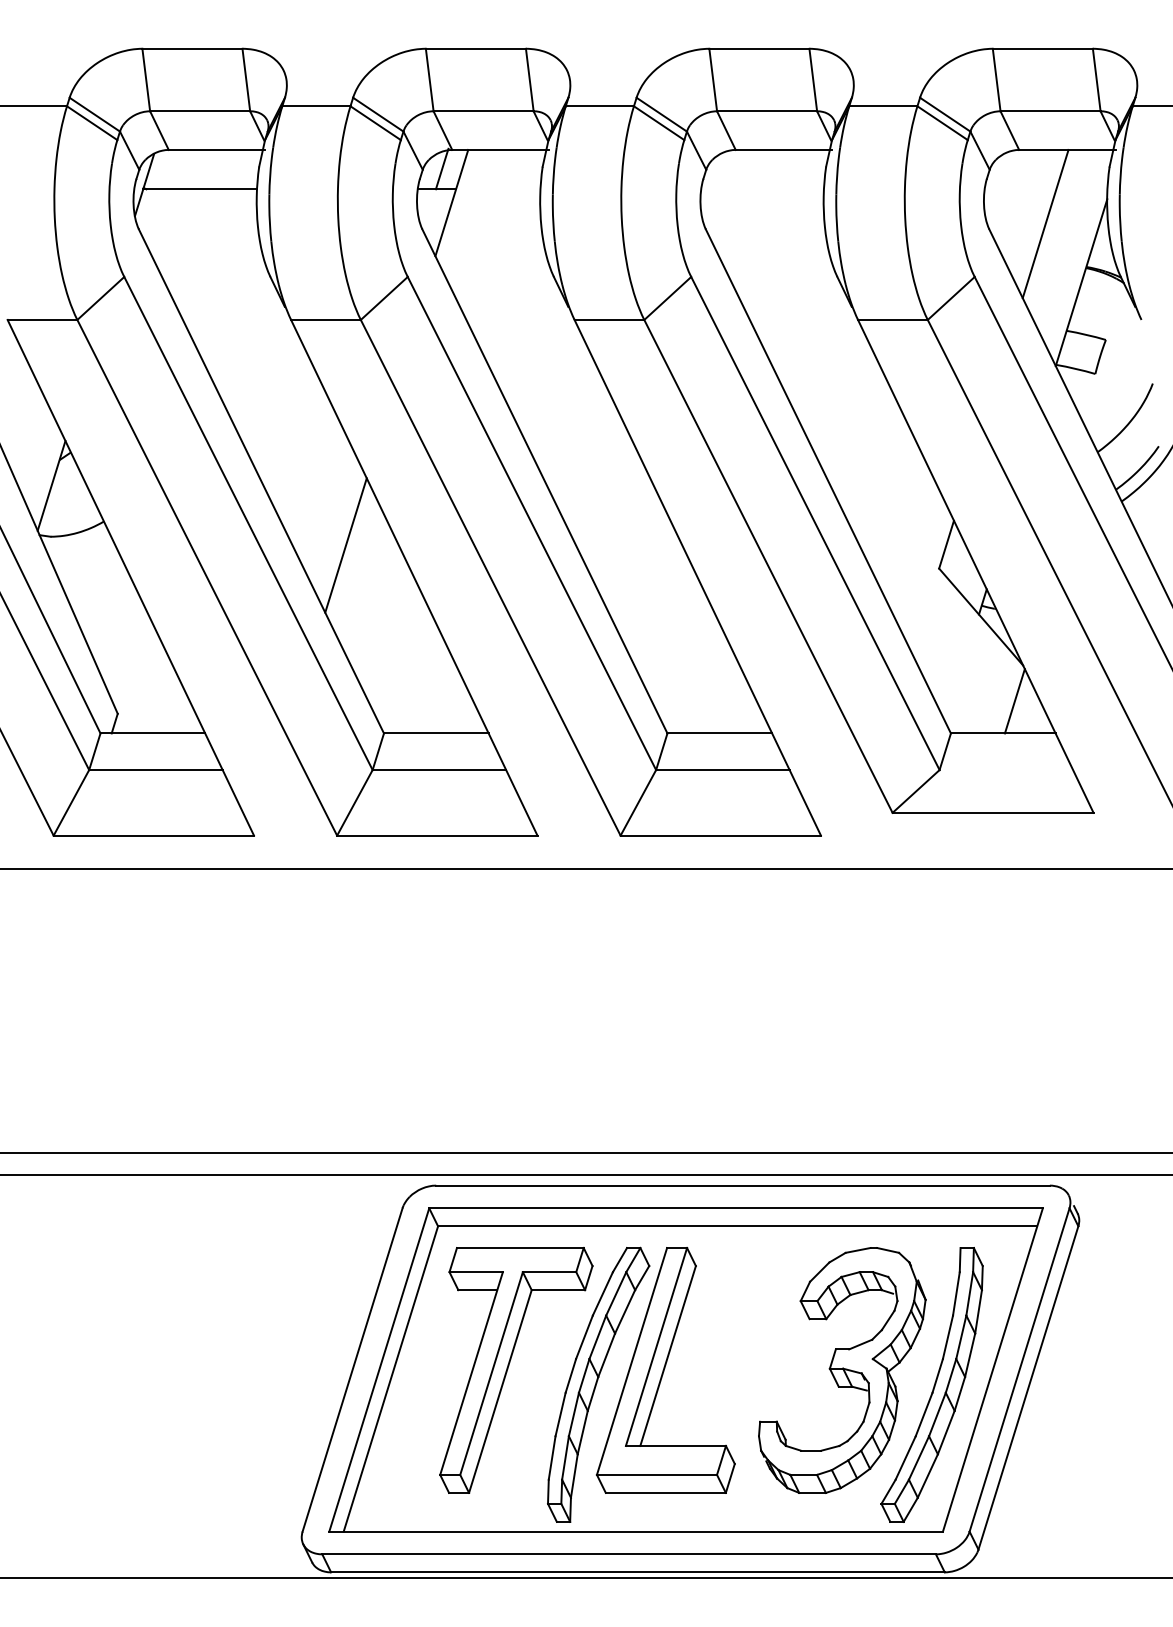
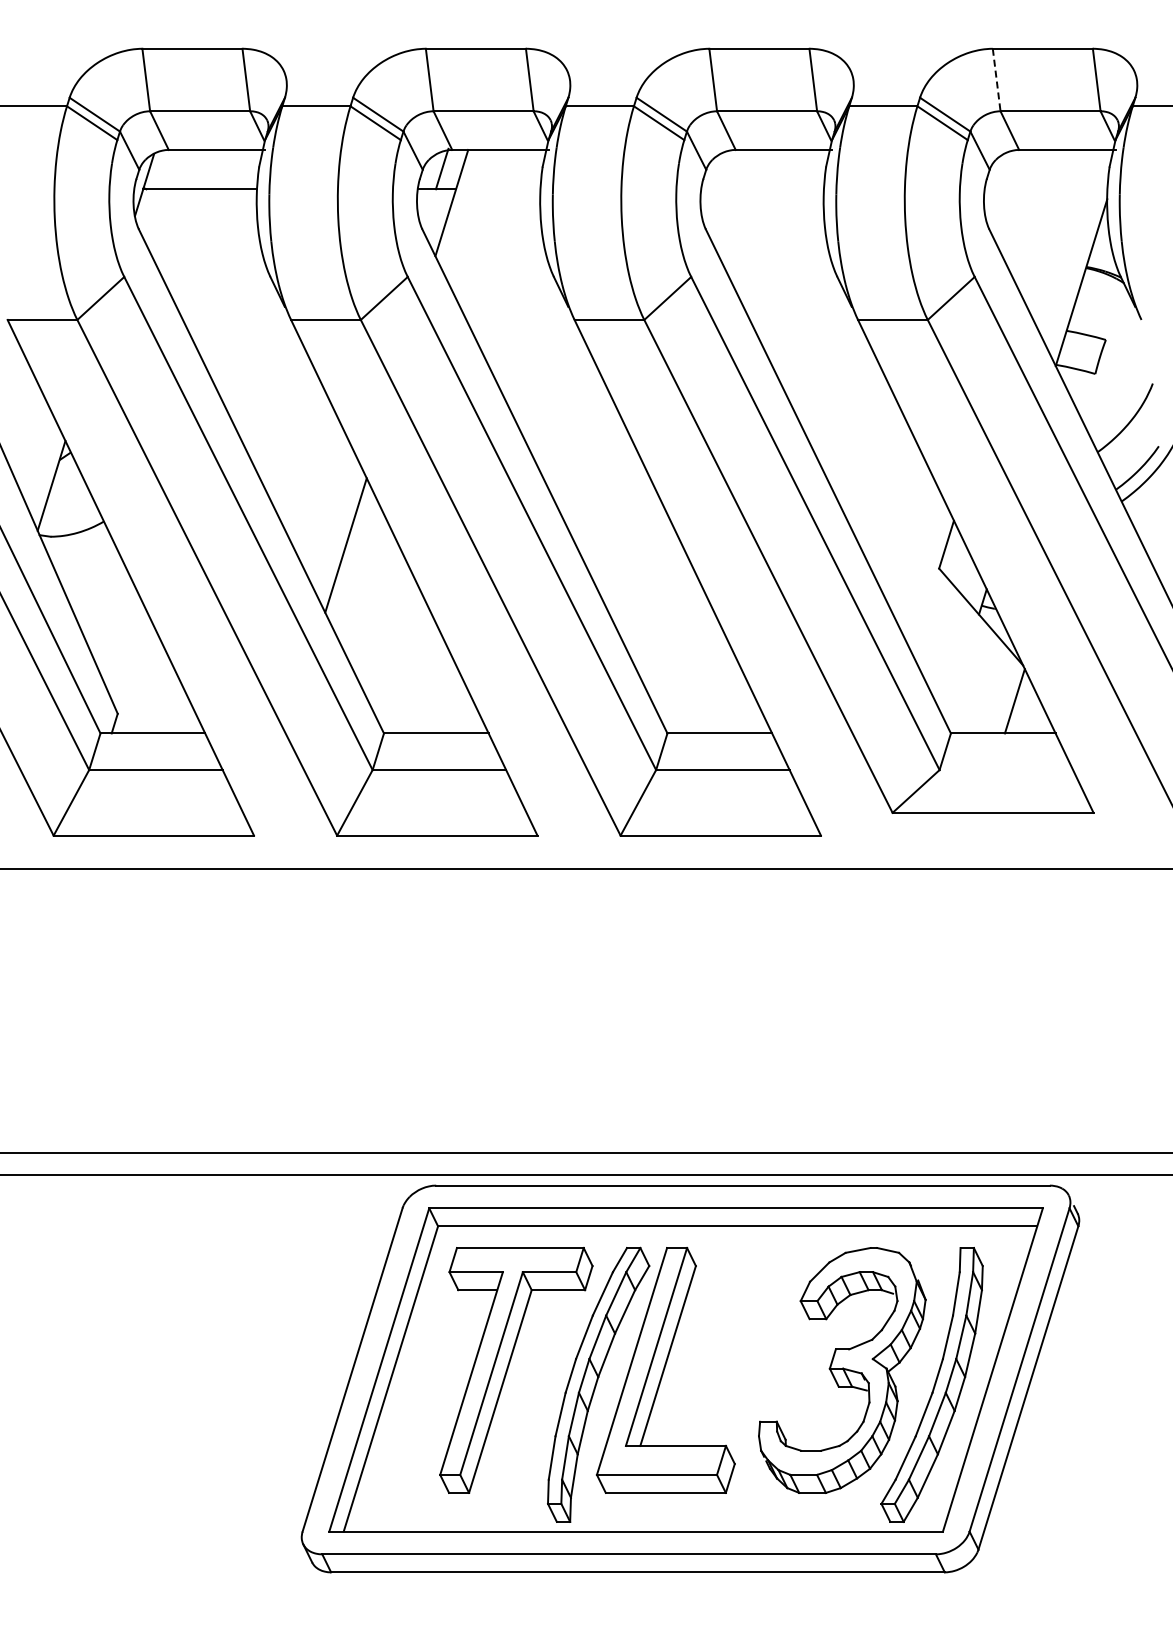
line at (996, 80): solid -> dashed
line at (1045, 223): present -> none
line at (585, 1578): present -> none
